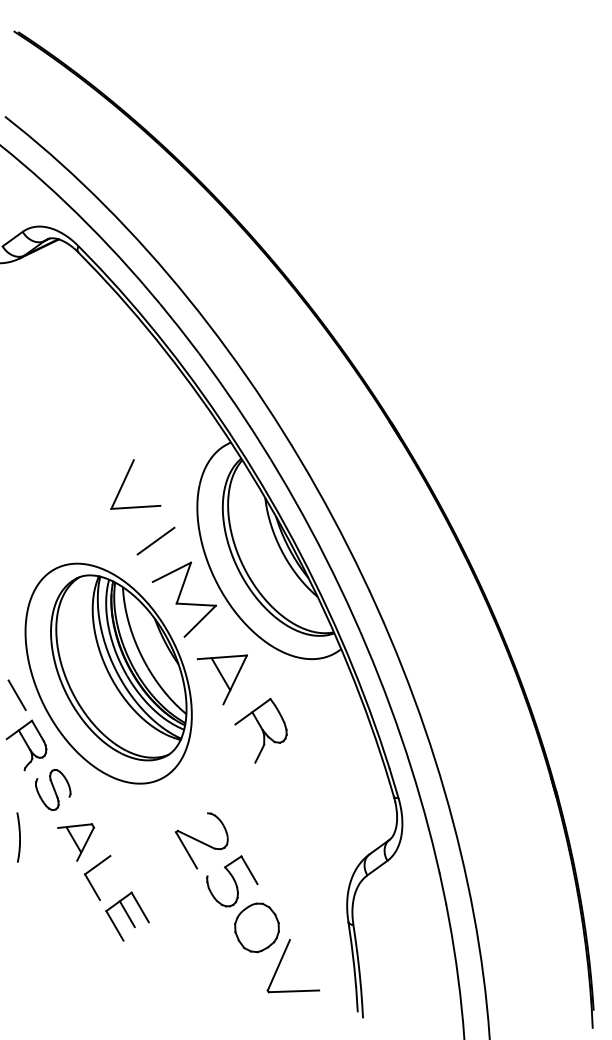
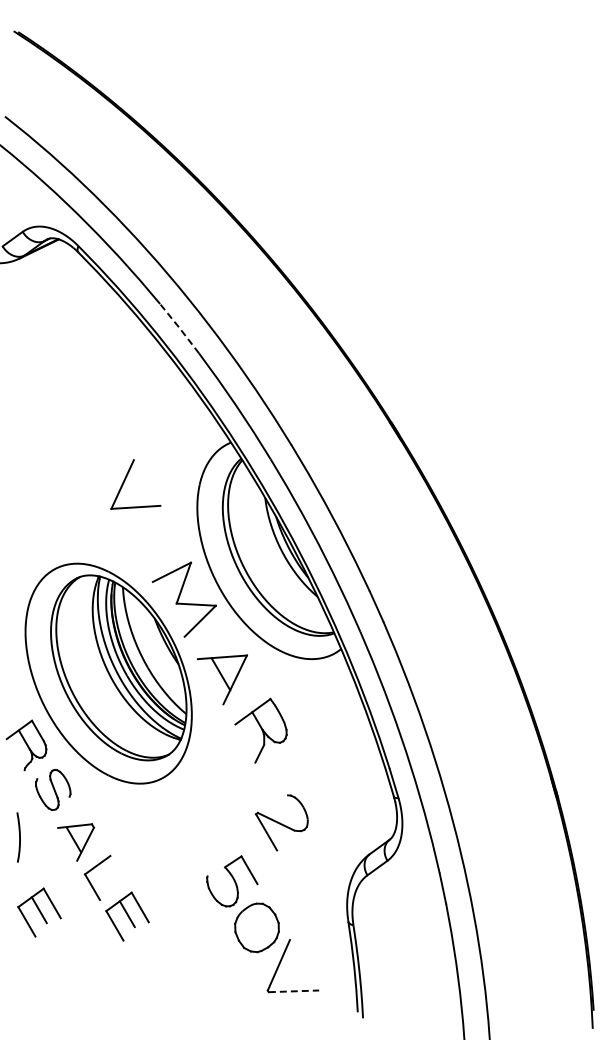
line at (179, 328): solid -> dashed
line at (155, 540): present -> none
line at (16, 695): present -> none
part at (201, 840) position: (201, 840) -> (281, 822)
part at (39, 912): none -> present
line at (294, 991): solid -> dashed
